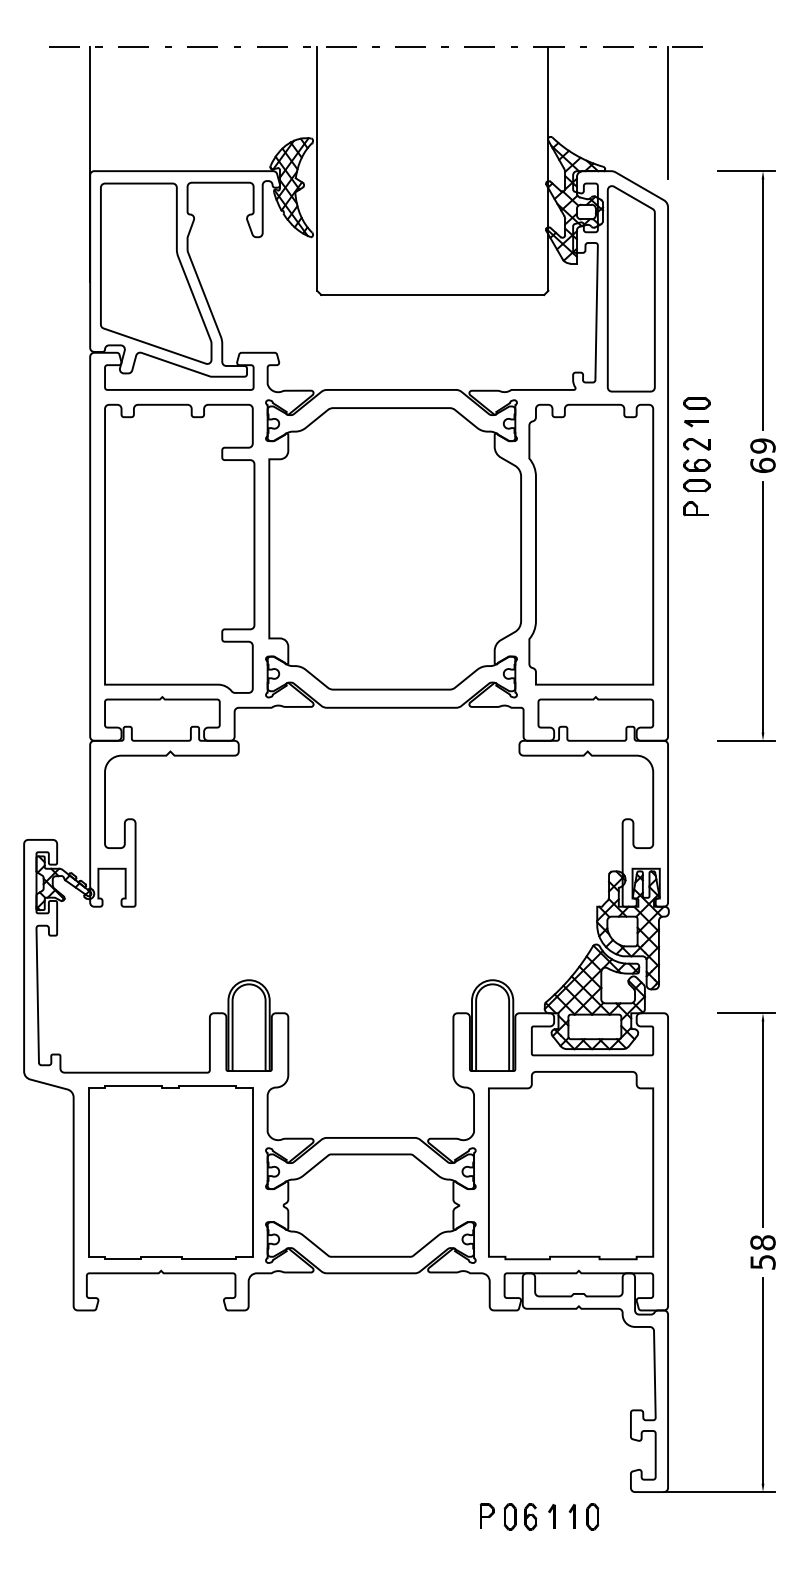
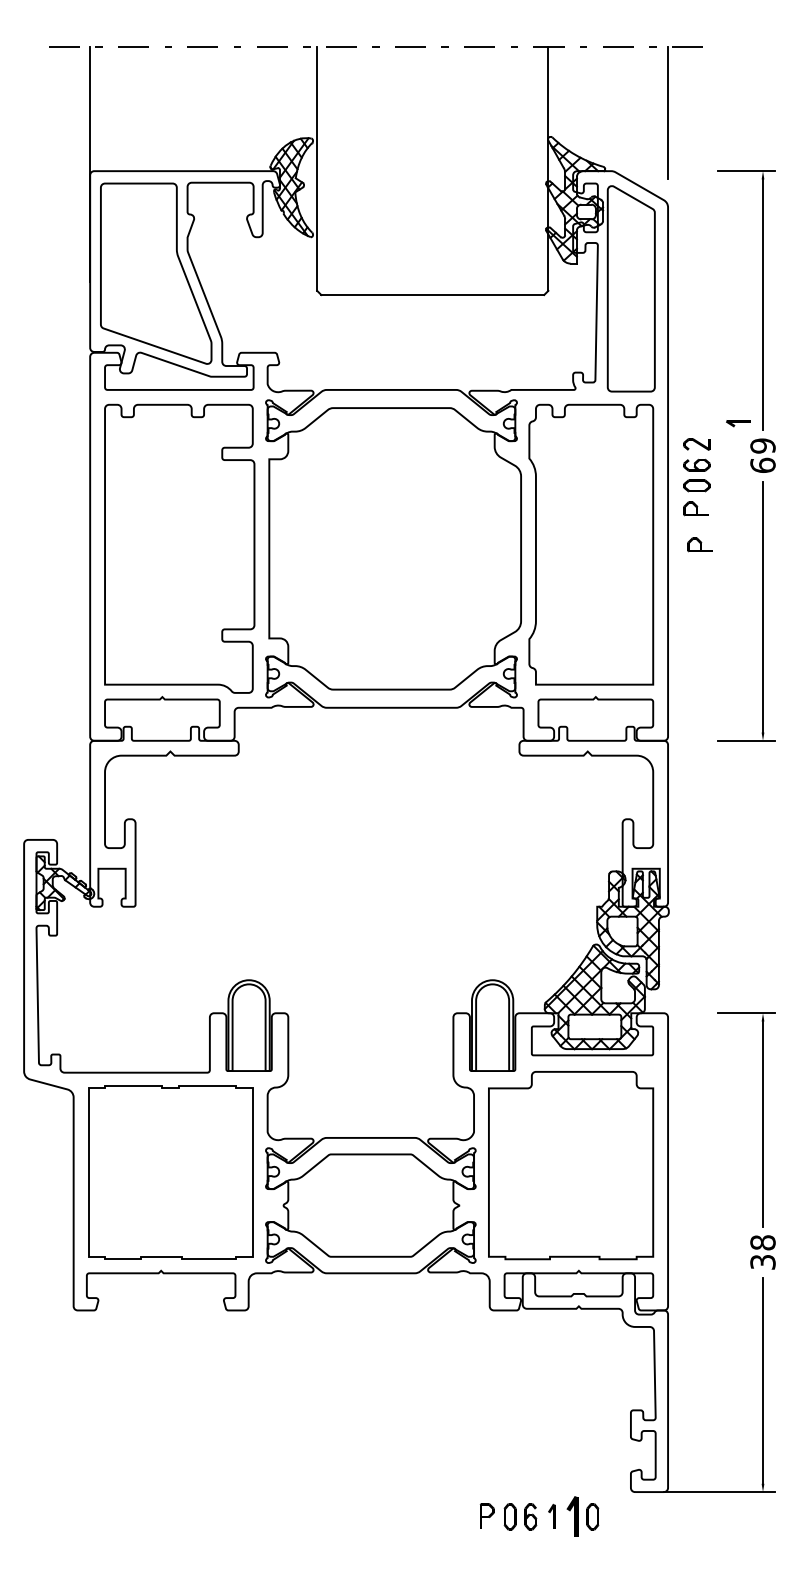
part at (696, 403): present -> none
part at (696, 423) position: (696, 423) -> (738, 423)
part at (699, 544): none -> present
text at (762, 1261): 58 -> 38
part at (571, 1516) size: 8x25 px -> 13x41 px
